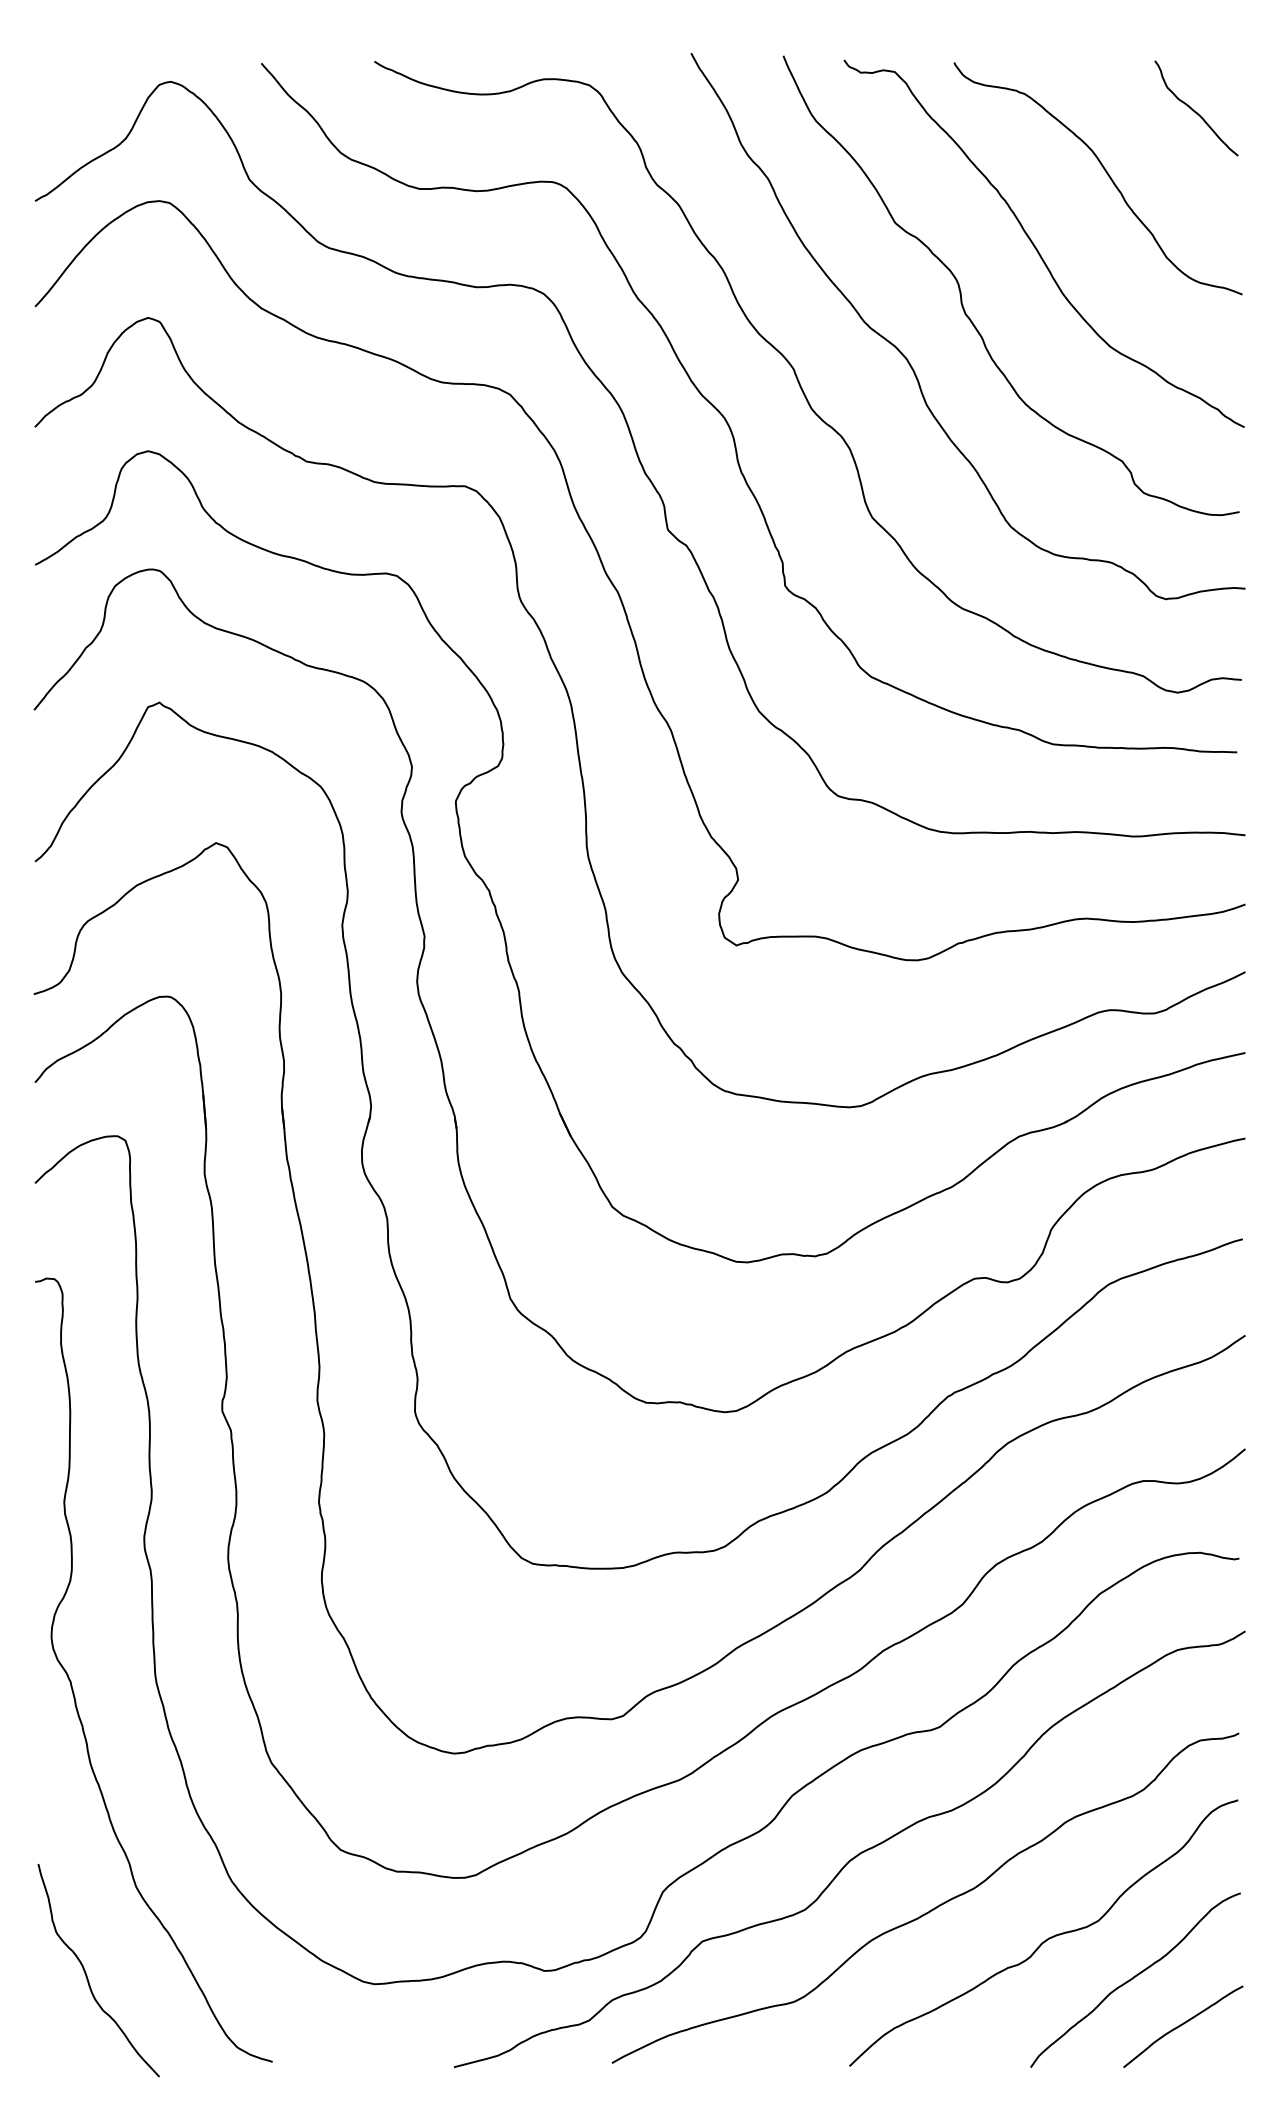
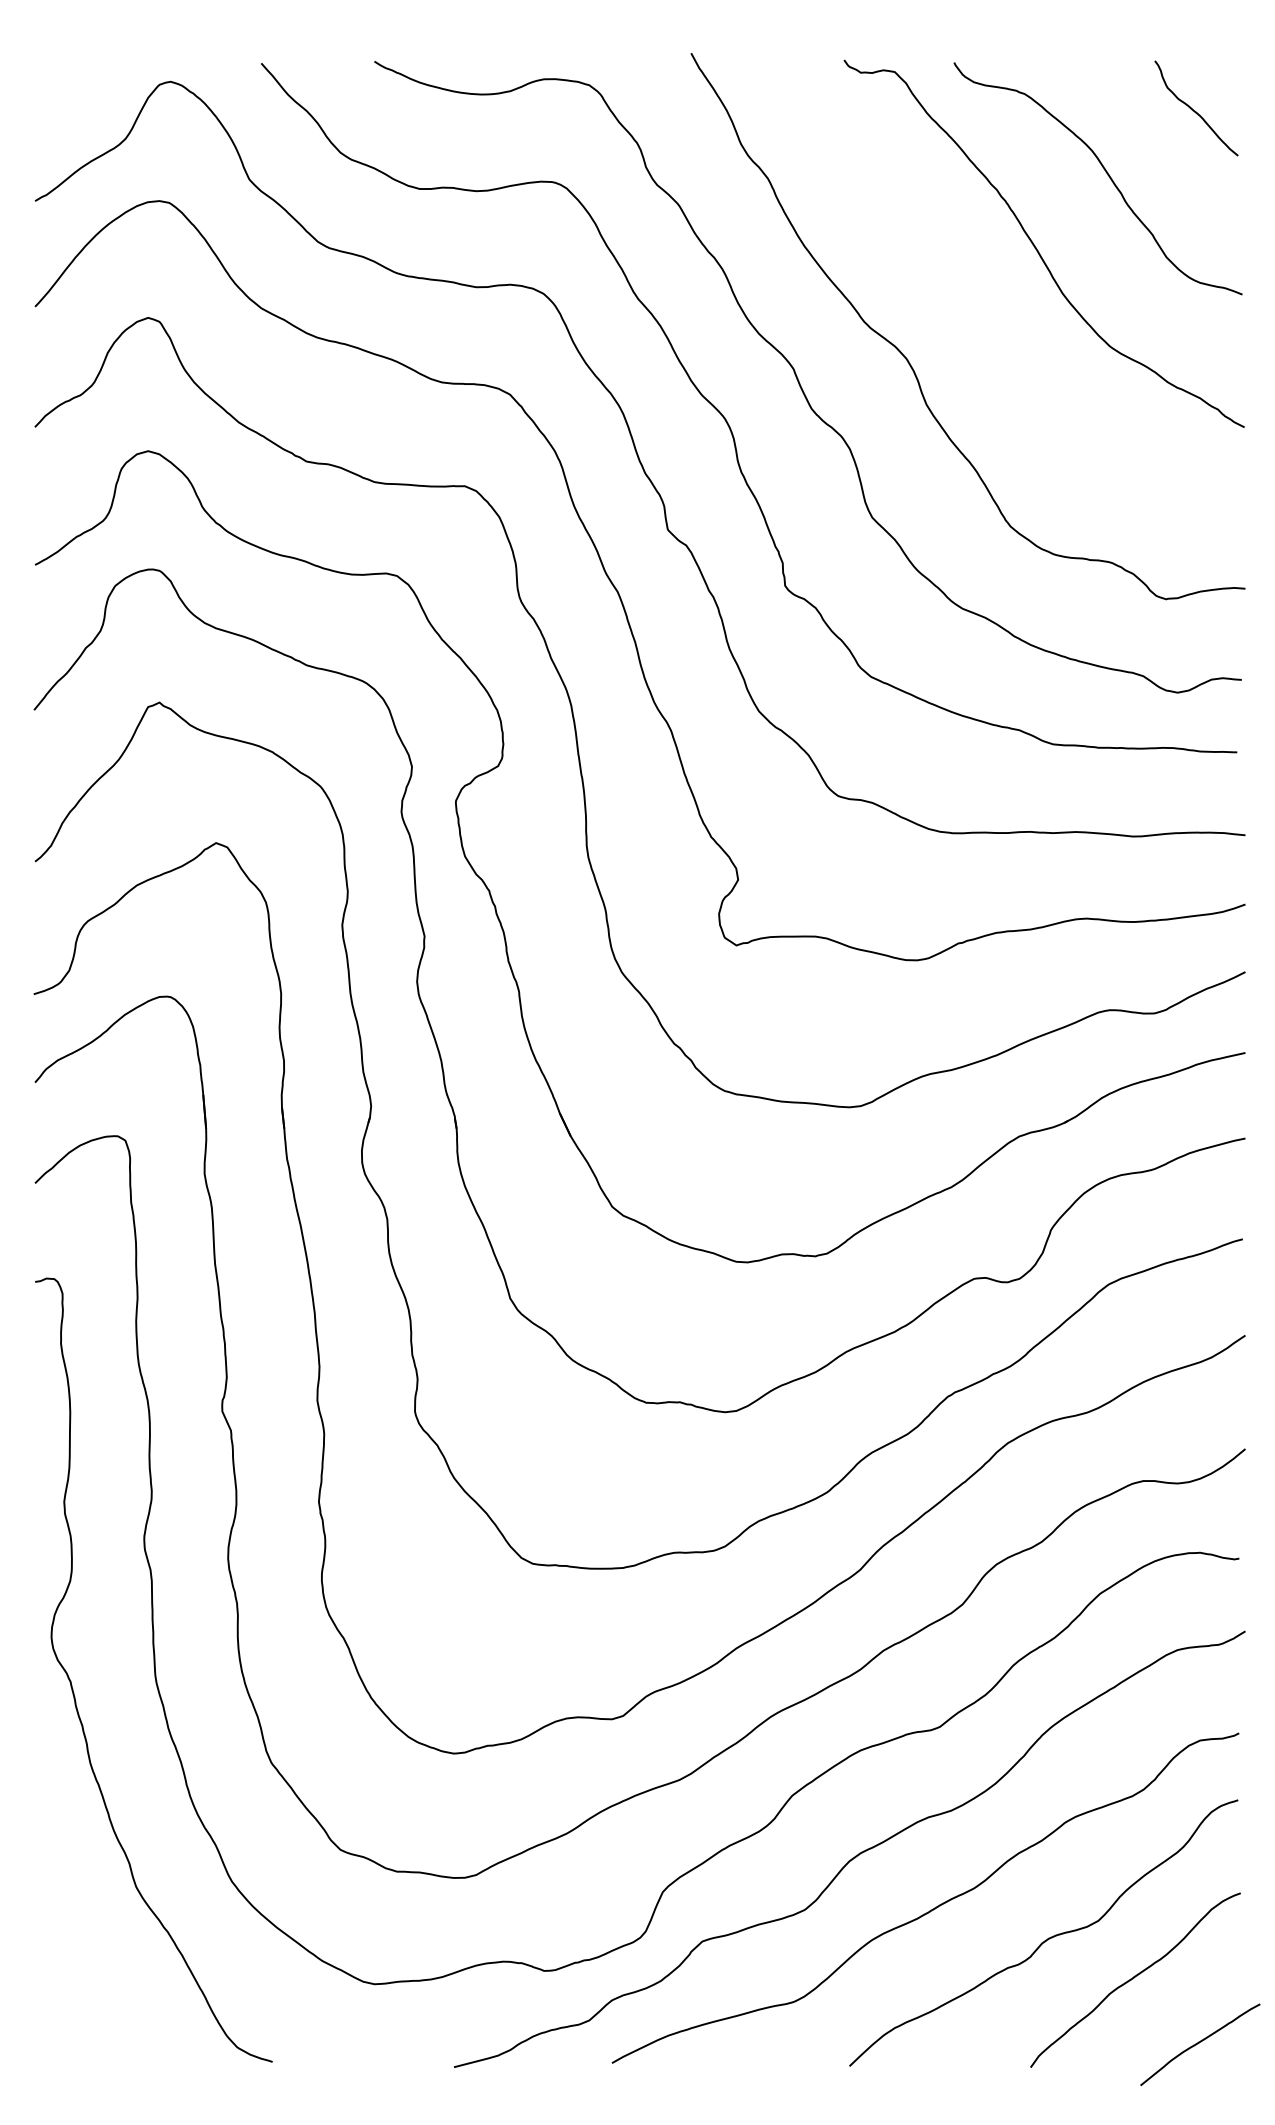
curve at (961, 291): present -> none
curve at (87, 1975): present -> none
curve at (1182, 2025) position: (1182, 2025) -> (1199, 2043)
